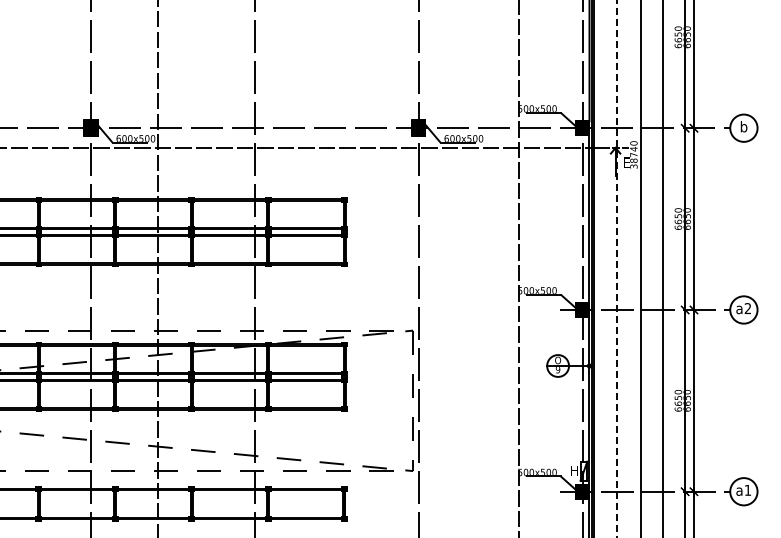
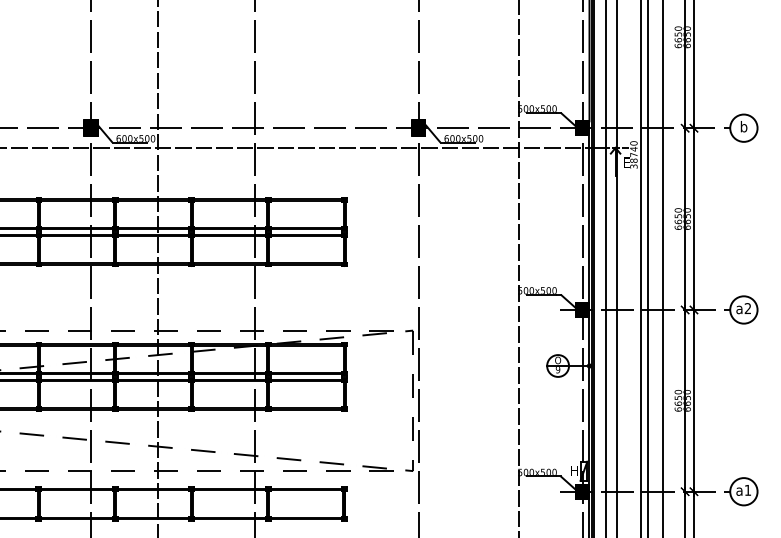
line at (606, 268): none -> present
line at (616, 268): dashed -> solid
line at (648, 268): none -> present
